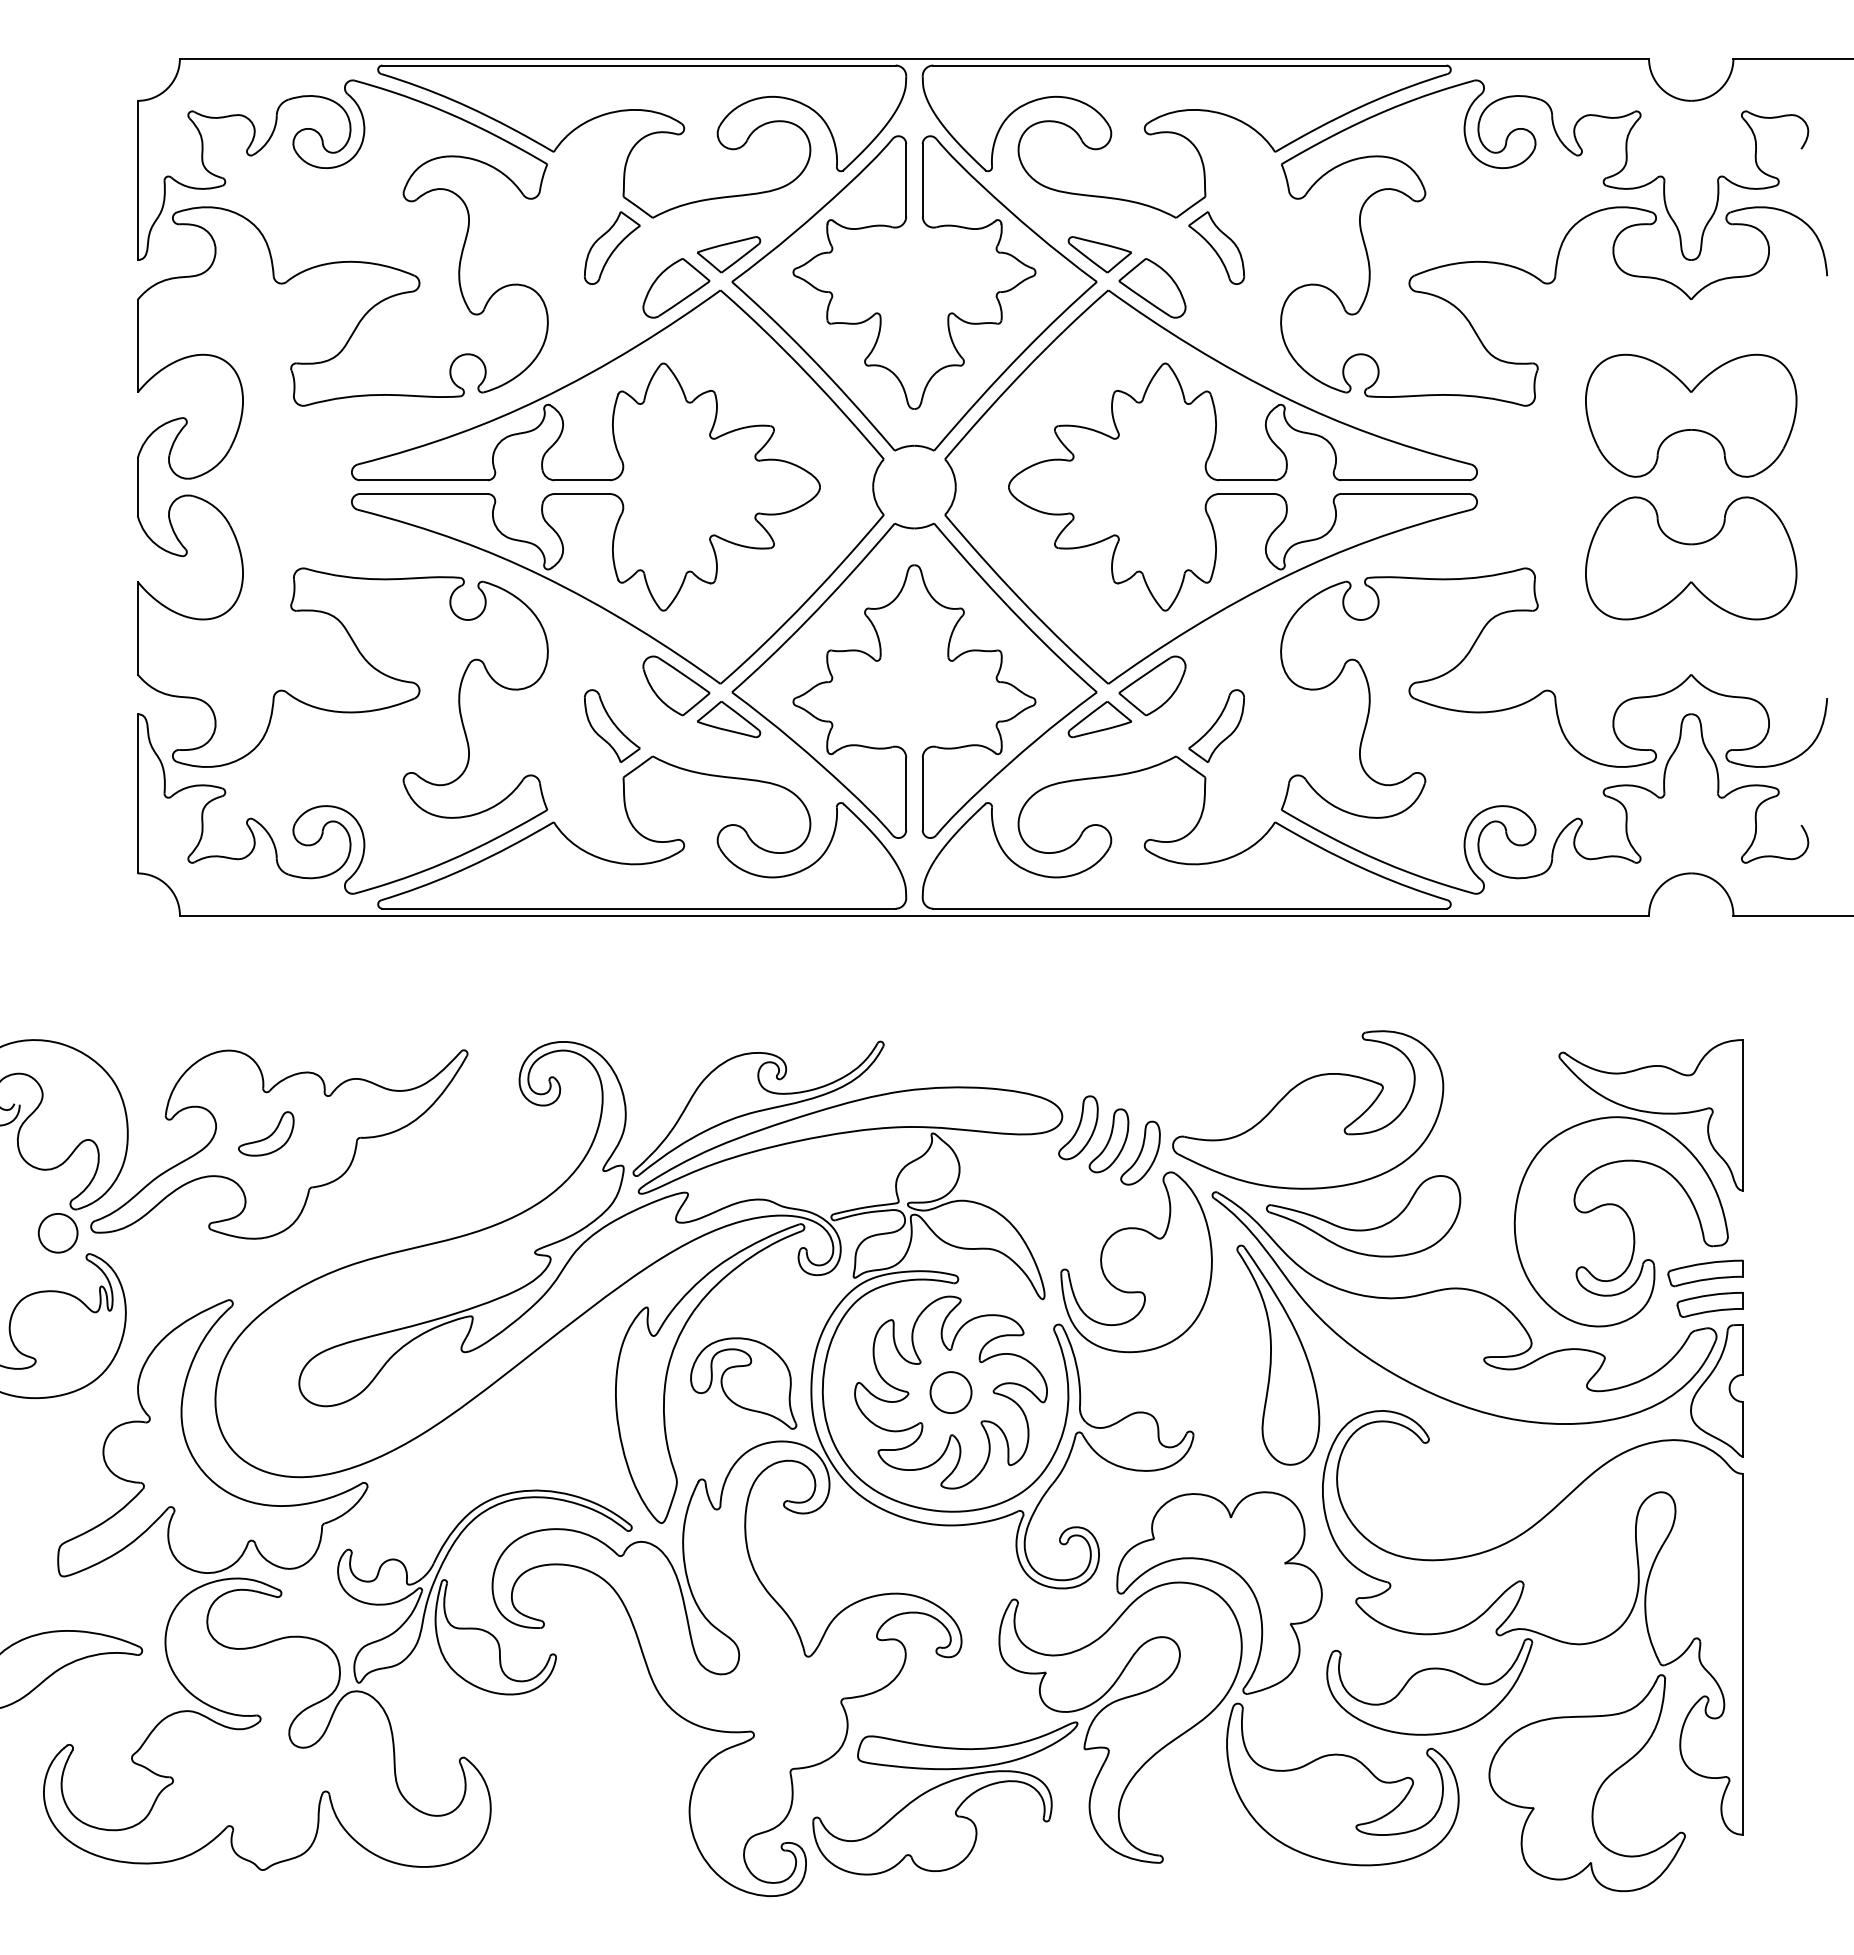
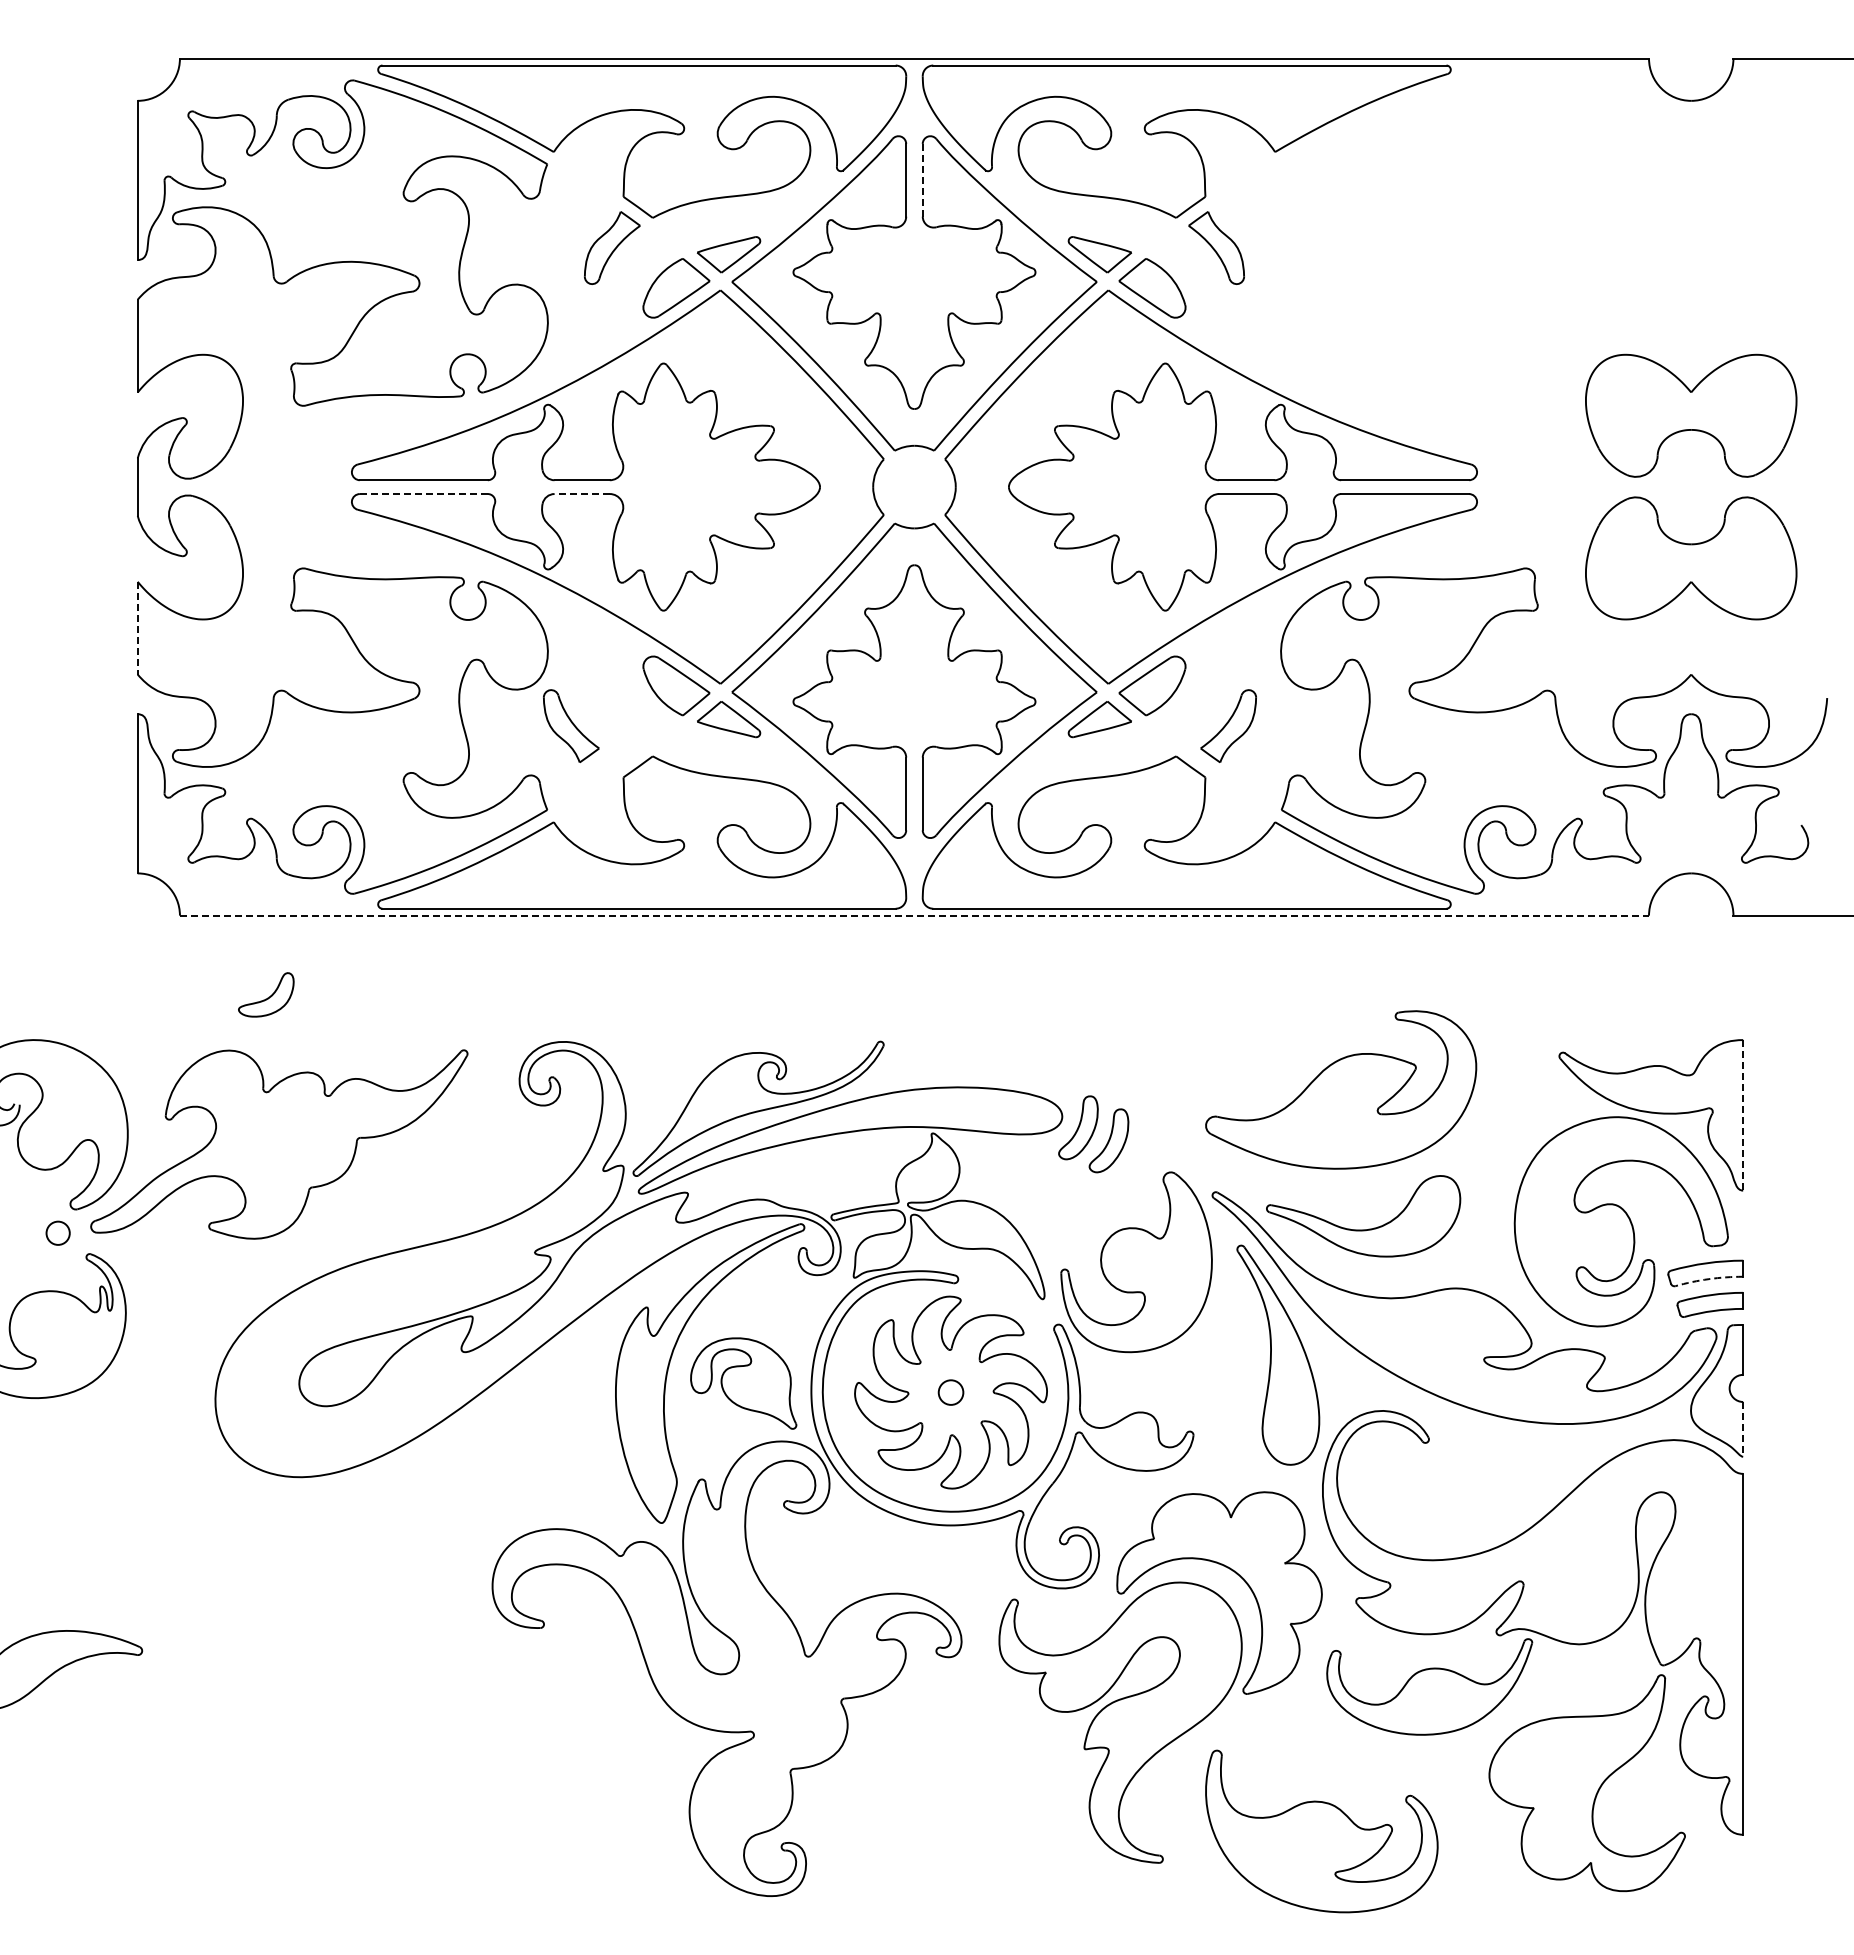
line at (922, 180): solid -> dashed
part at (1560, 244): present -> none
line at (423, 494): solid -> dashed
line at (582, 494): solid -> dashed
line at (137, 628): solid -> dashed
part at (612, 725) position: (612, 725) -> (571, 725)
part at (1216, 725) position: (1216, 725) -> (1228, 725)
line at (914, 915): solid -> dashed
part at (1308, 1109) position: (1308, 1109) -> (1341, 1089)
line at (1743, 1115): solid -> dashed
part at (266, 1133) position: (266, 1133) -> (266, 994)
part at (1140, 1152): present -> none
circle at (57, 1232) diameter: 39 px -> 23 px
arc at (1708, 1279): solid -> dashed
circle at (950, 1392) diameter: 41 px -> 25 px
line at (1743, 1429): solid -> dashed
part at (337, 1584): present -> none
part at (1342, 1784) position: (1342, 1784) -> (1321, 1831)
part at (945, 1798): present -> none
